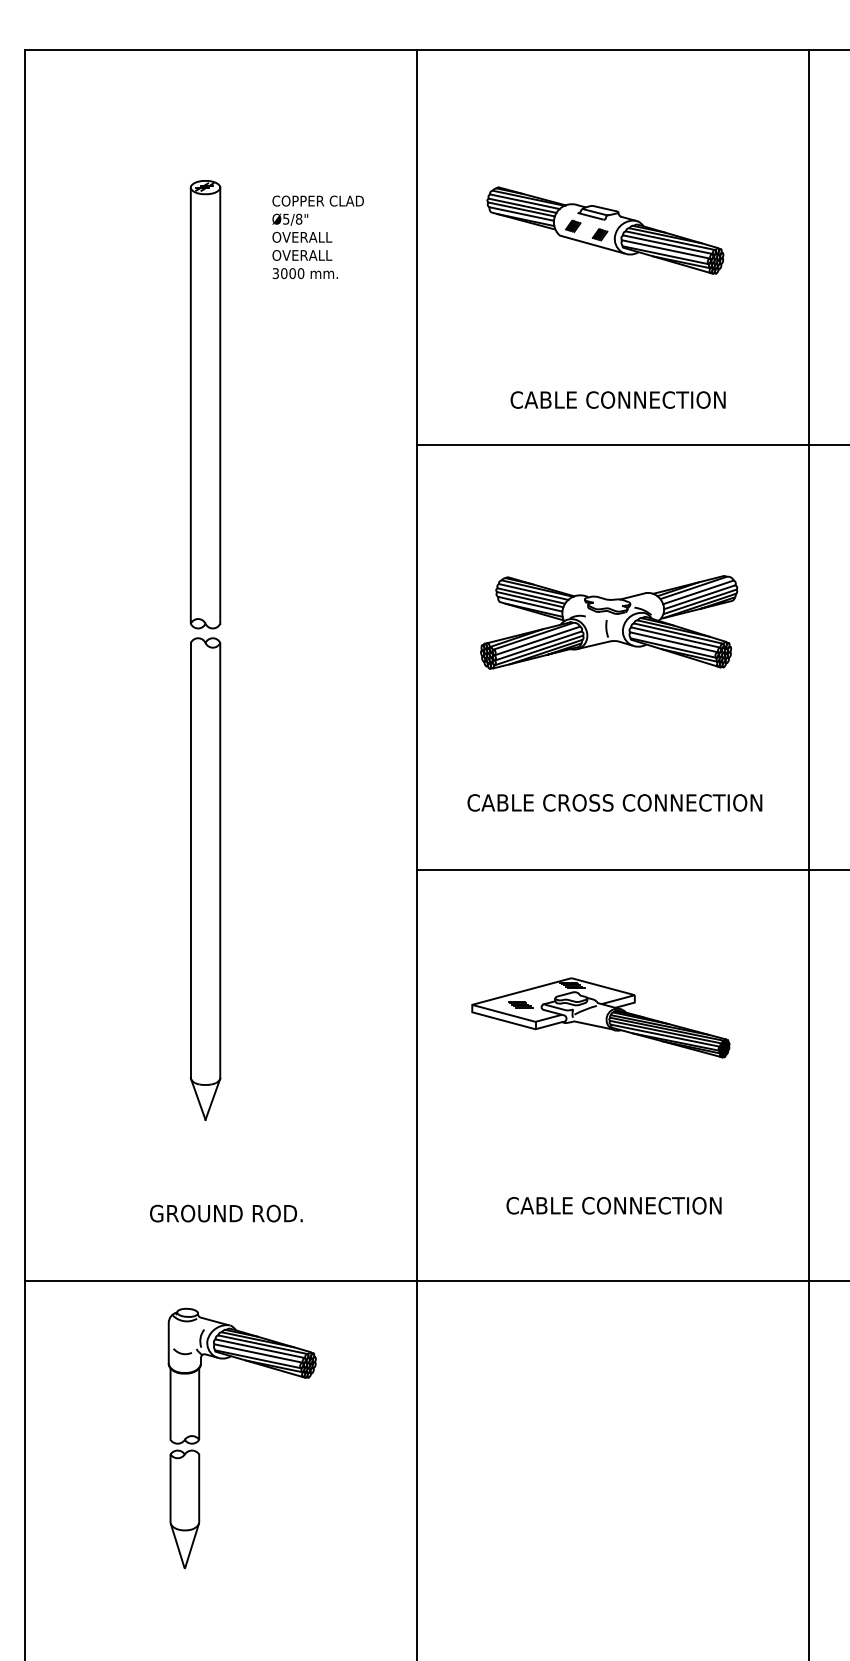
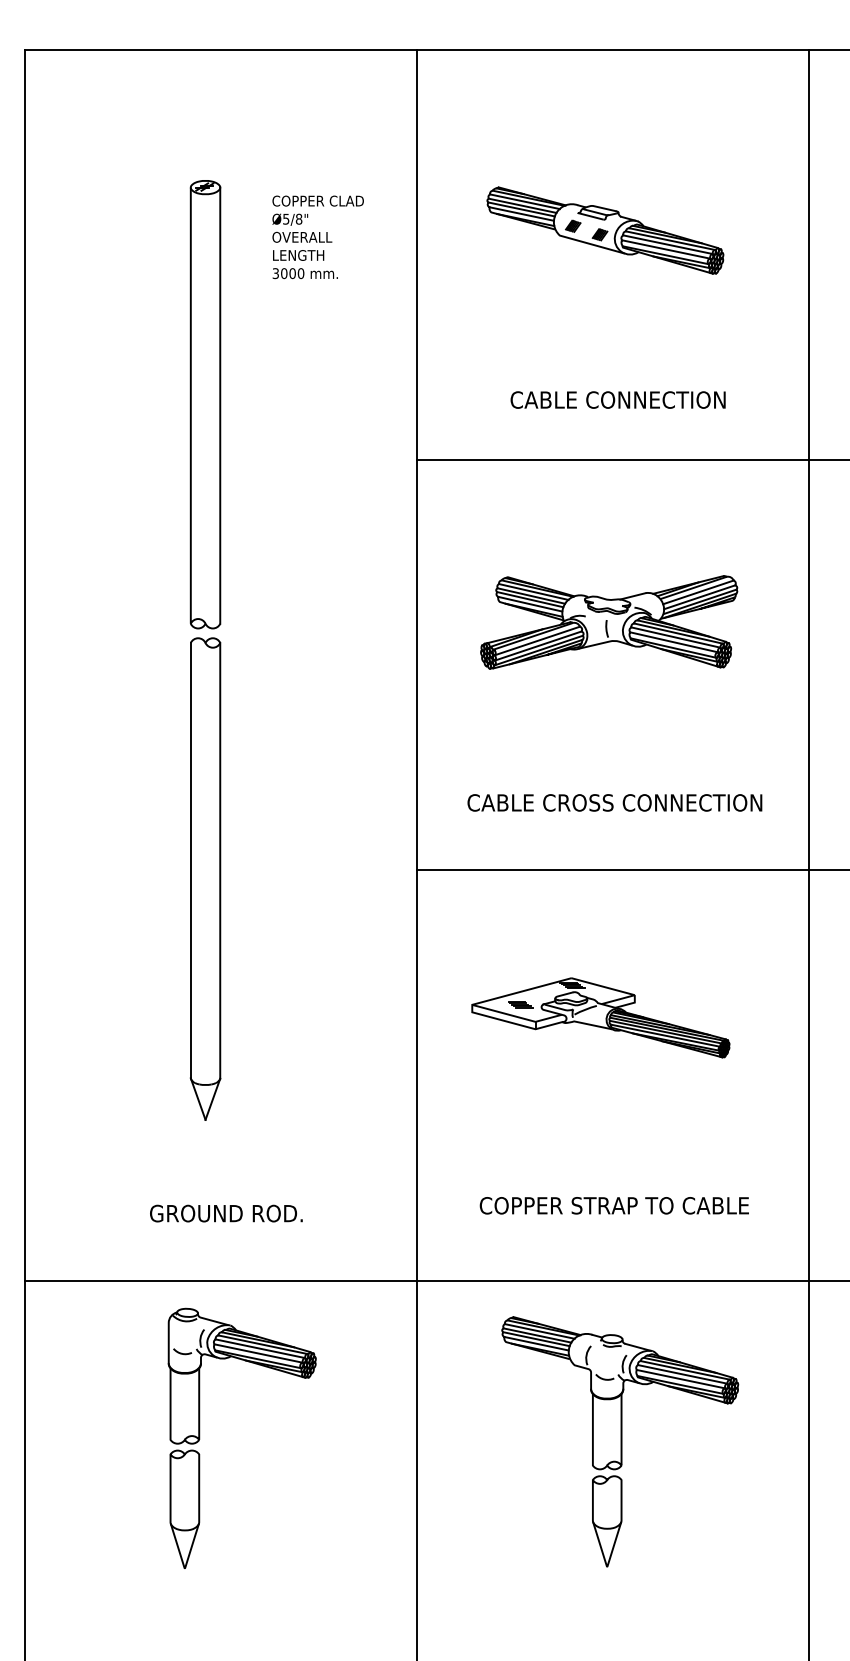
text at (302, 255): OVERALL -> LENGTH
line at (631, 445) position: (631, 445) -> (631, 460)
text at (613, 1205): CABLE CONNECTION -> COPPER STRAP TO CABLE
part at (620, 1441): none -> present
